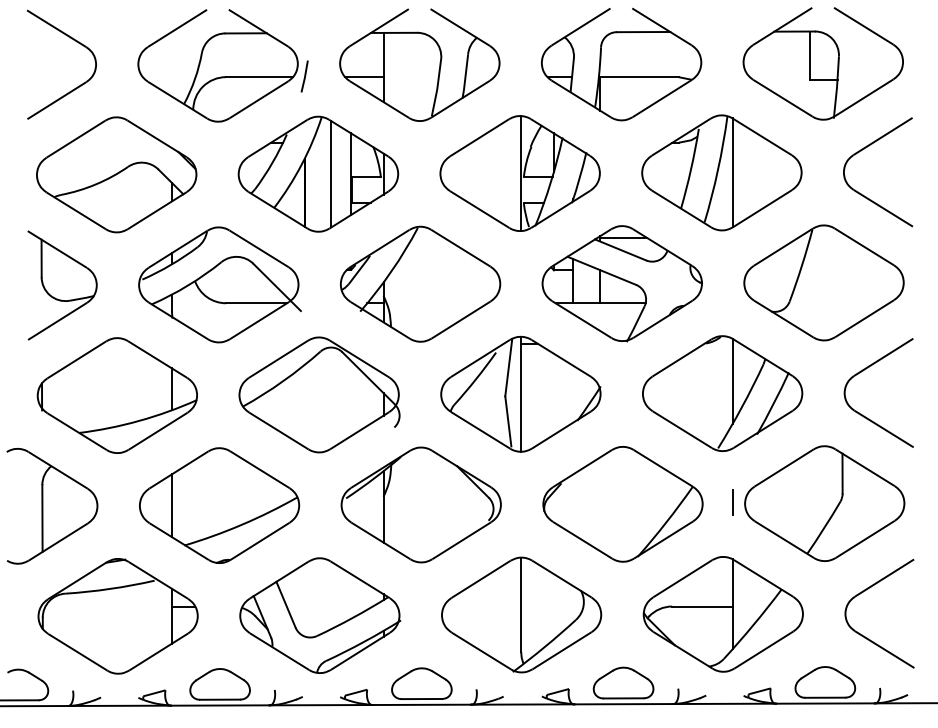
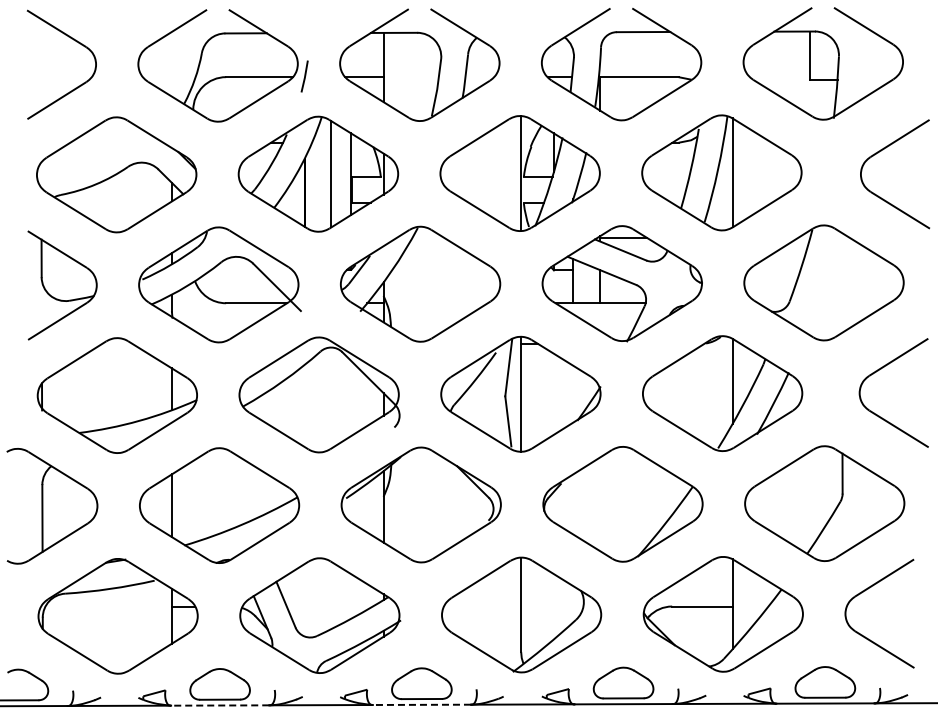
part at (863, 194) position: (863, 194) -> (880, 196)
part at (863, 371) position: (863, 371) -> (878, 371)
line at (732, 502): present -> none
line at (421, 704): solid -> dashed
line at (219, 705): solid -> dashed
